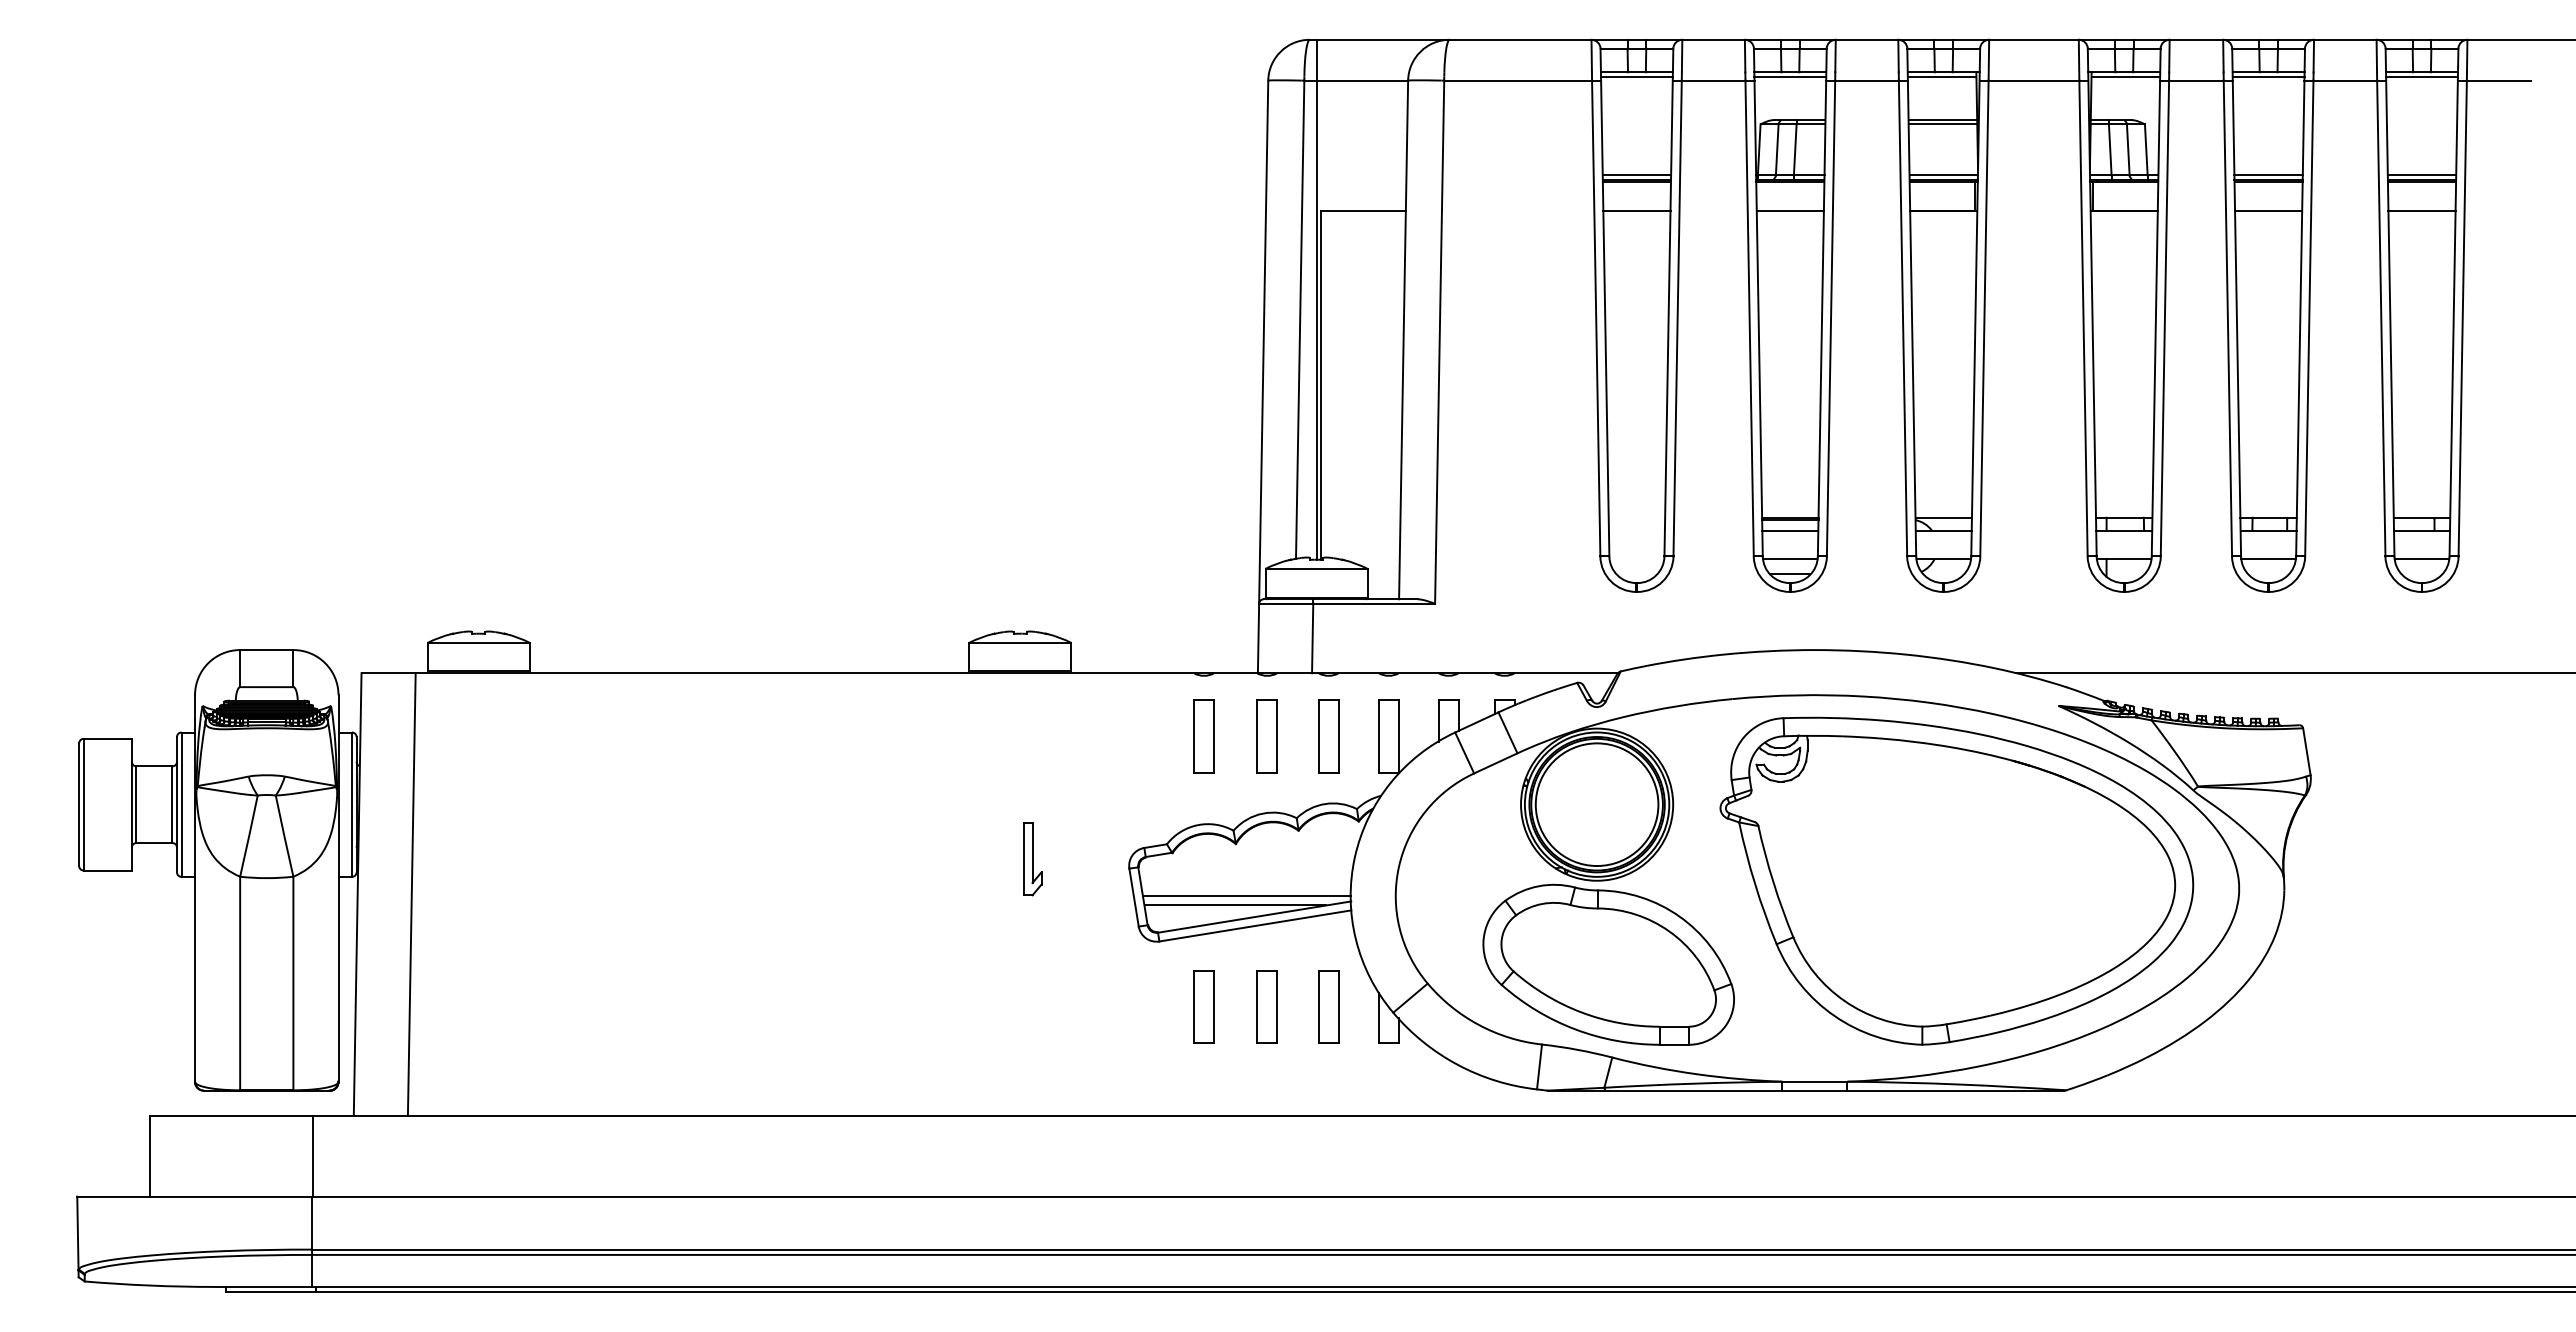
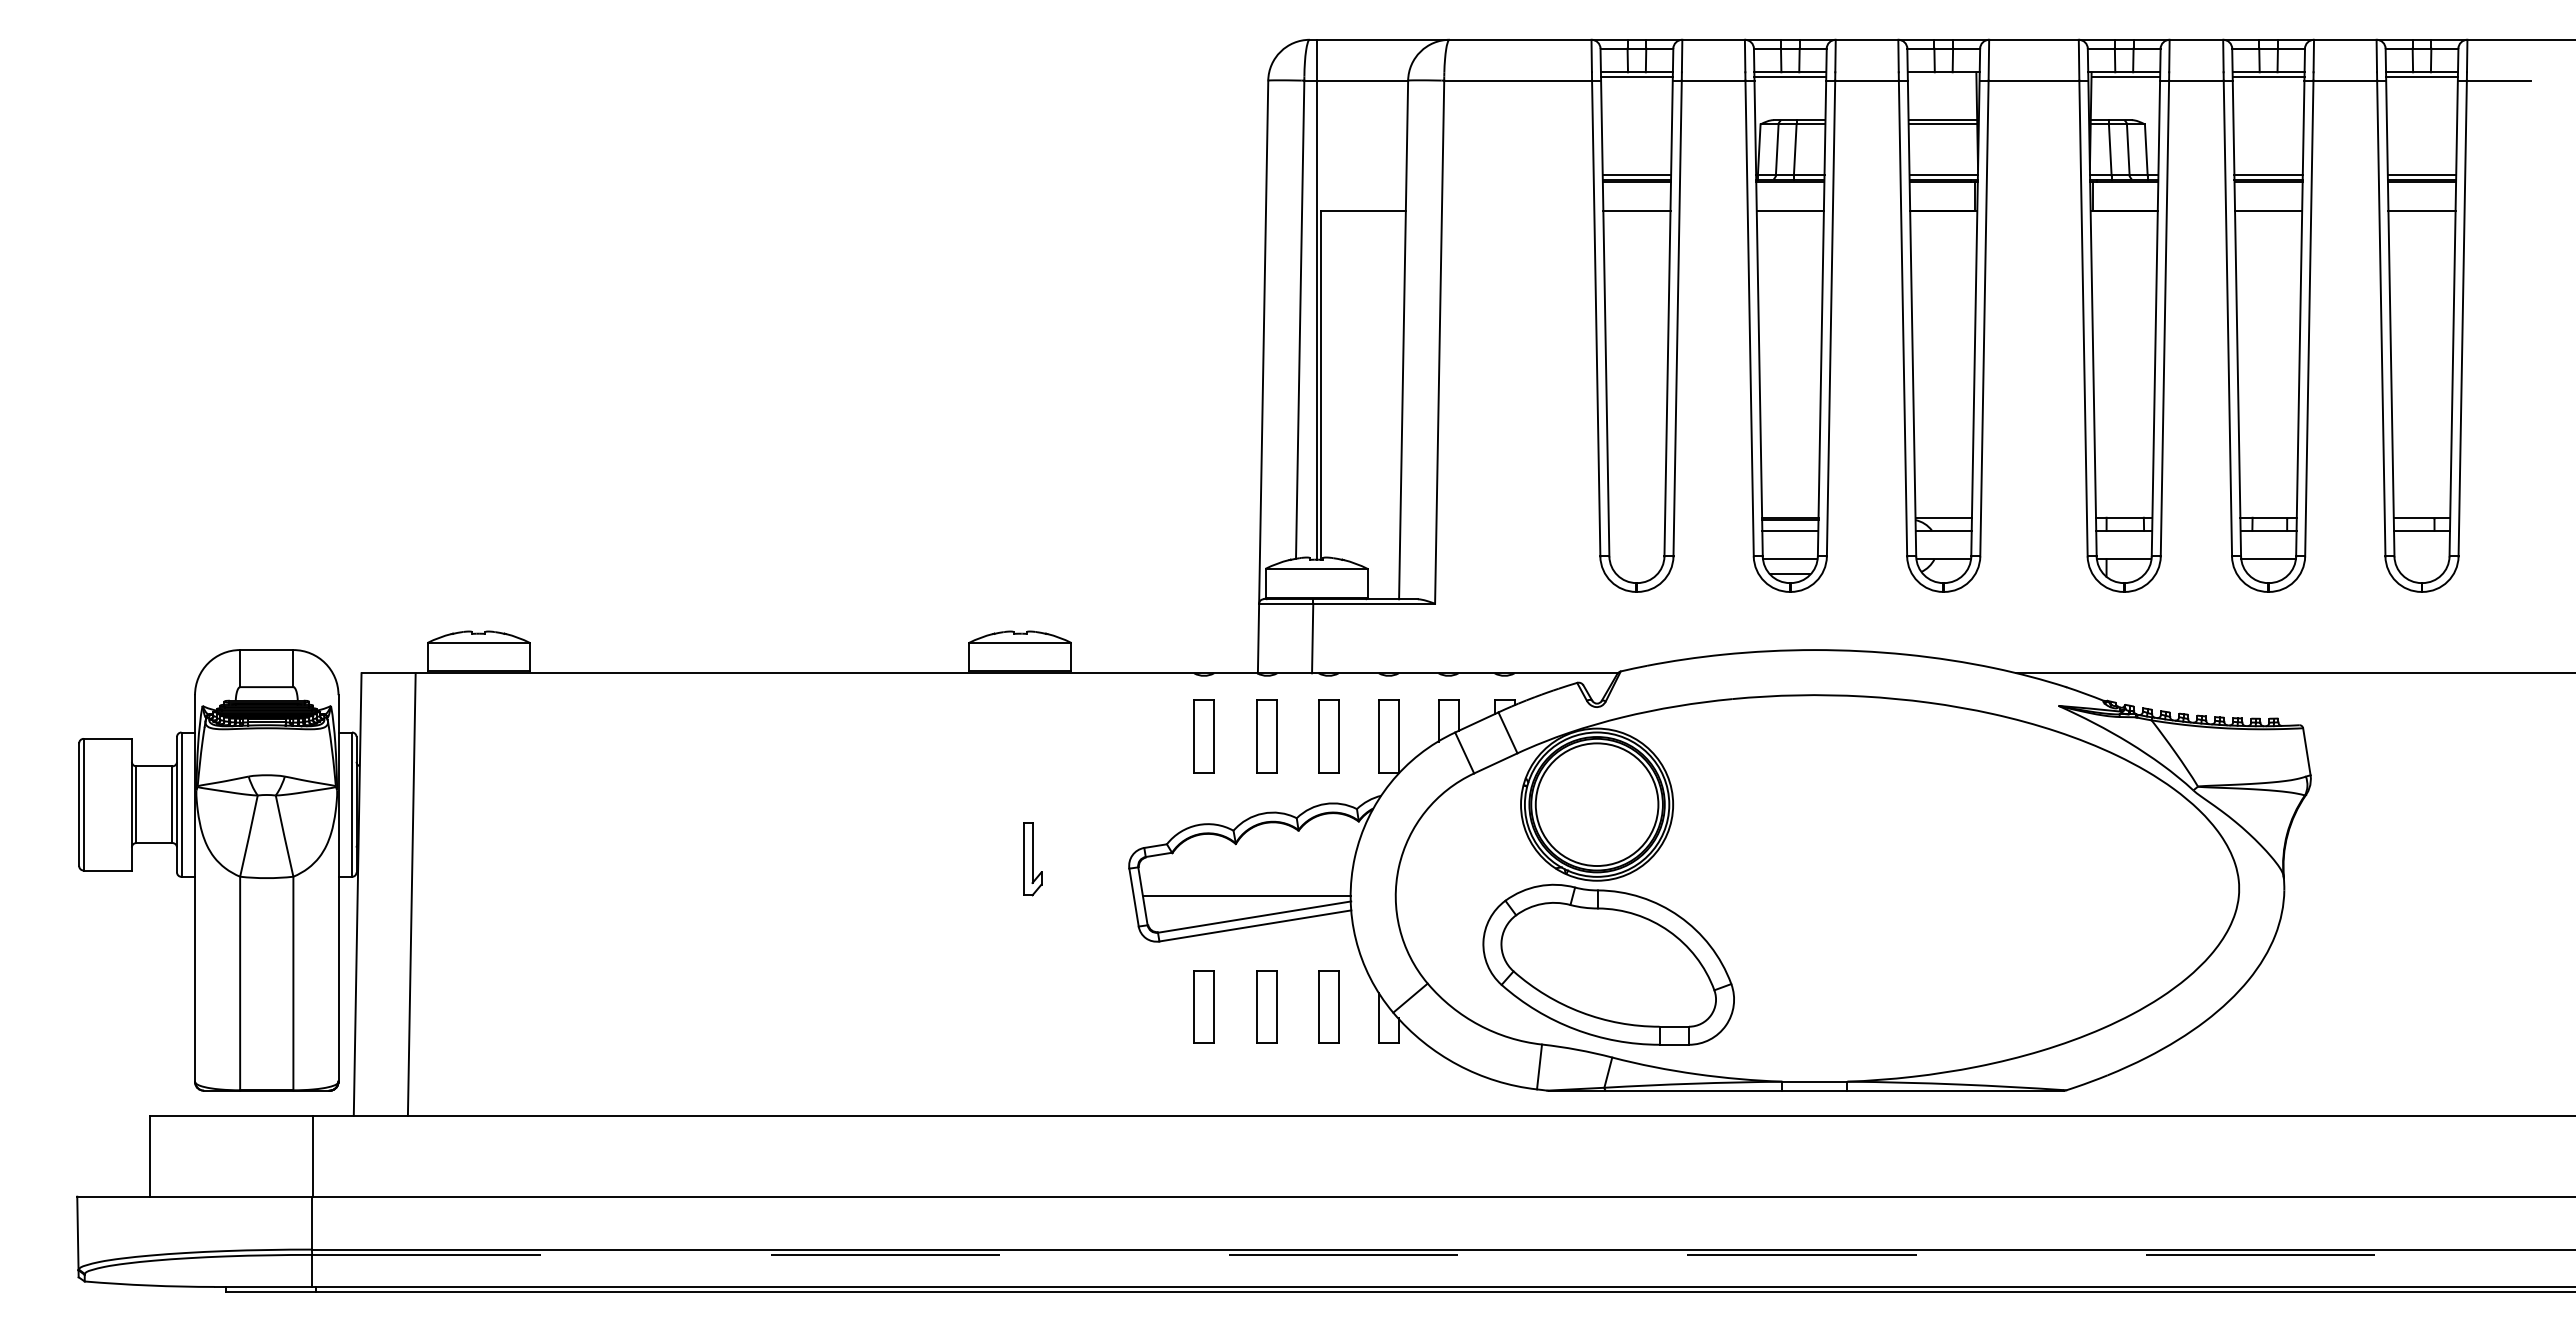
line at (1941, 76): present -> none
line at (2421, 559): present -> none
part at (1956, 880): present -> none
line at (1235, 904): present -> none
line at (1444, 1254): solid -> dashed
